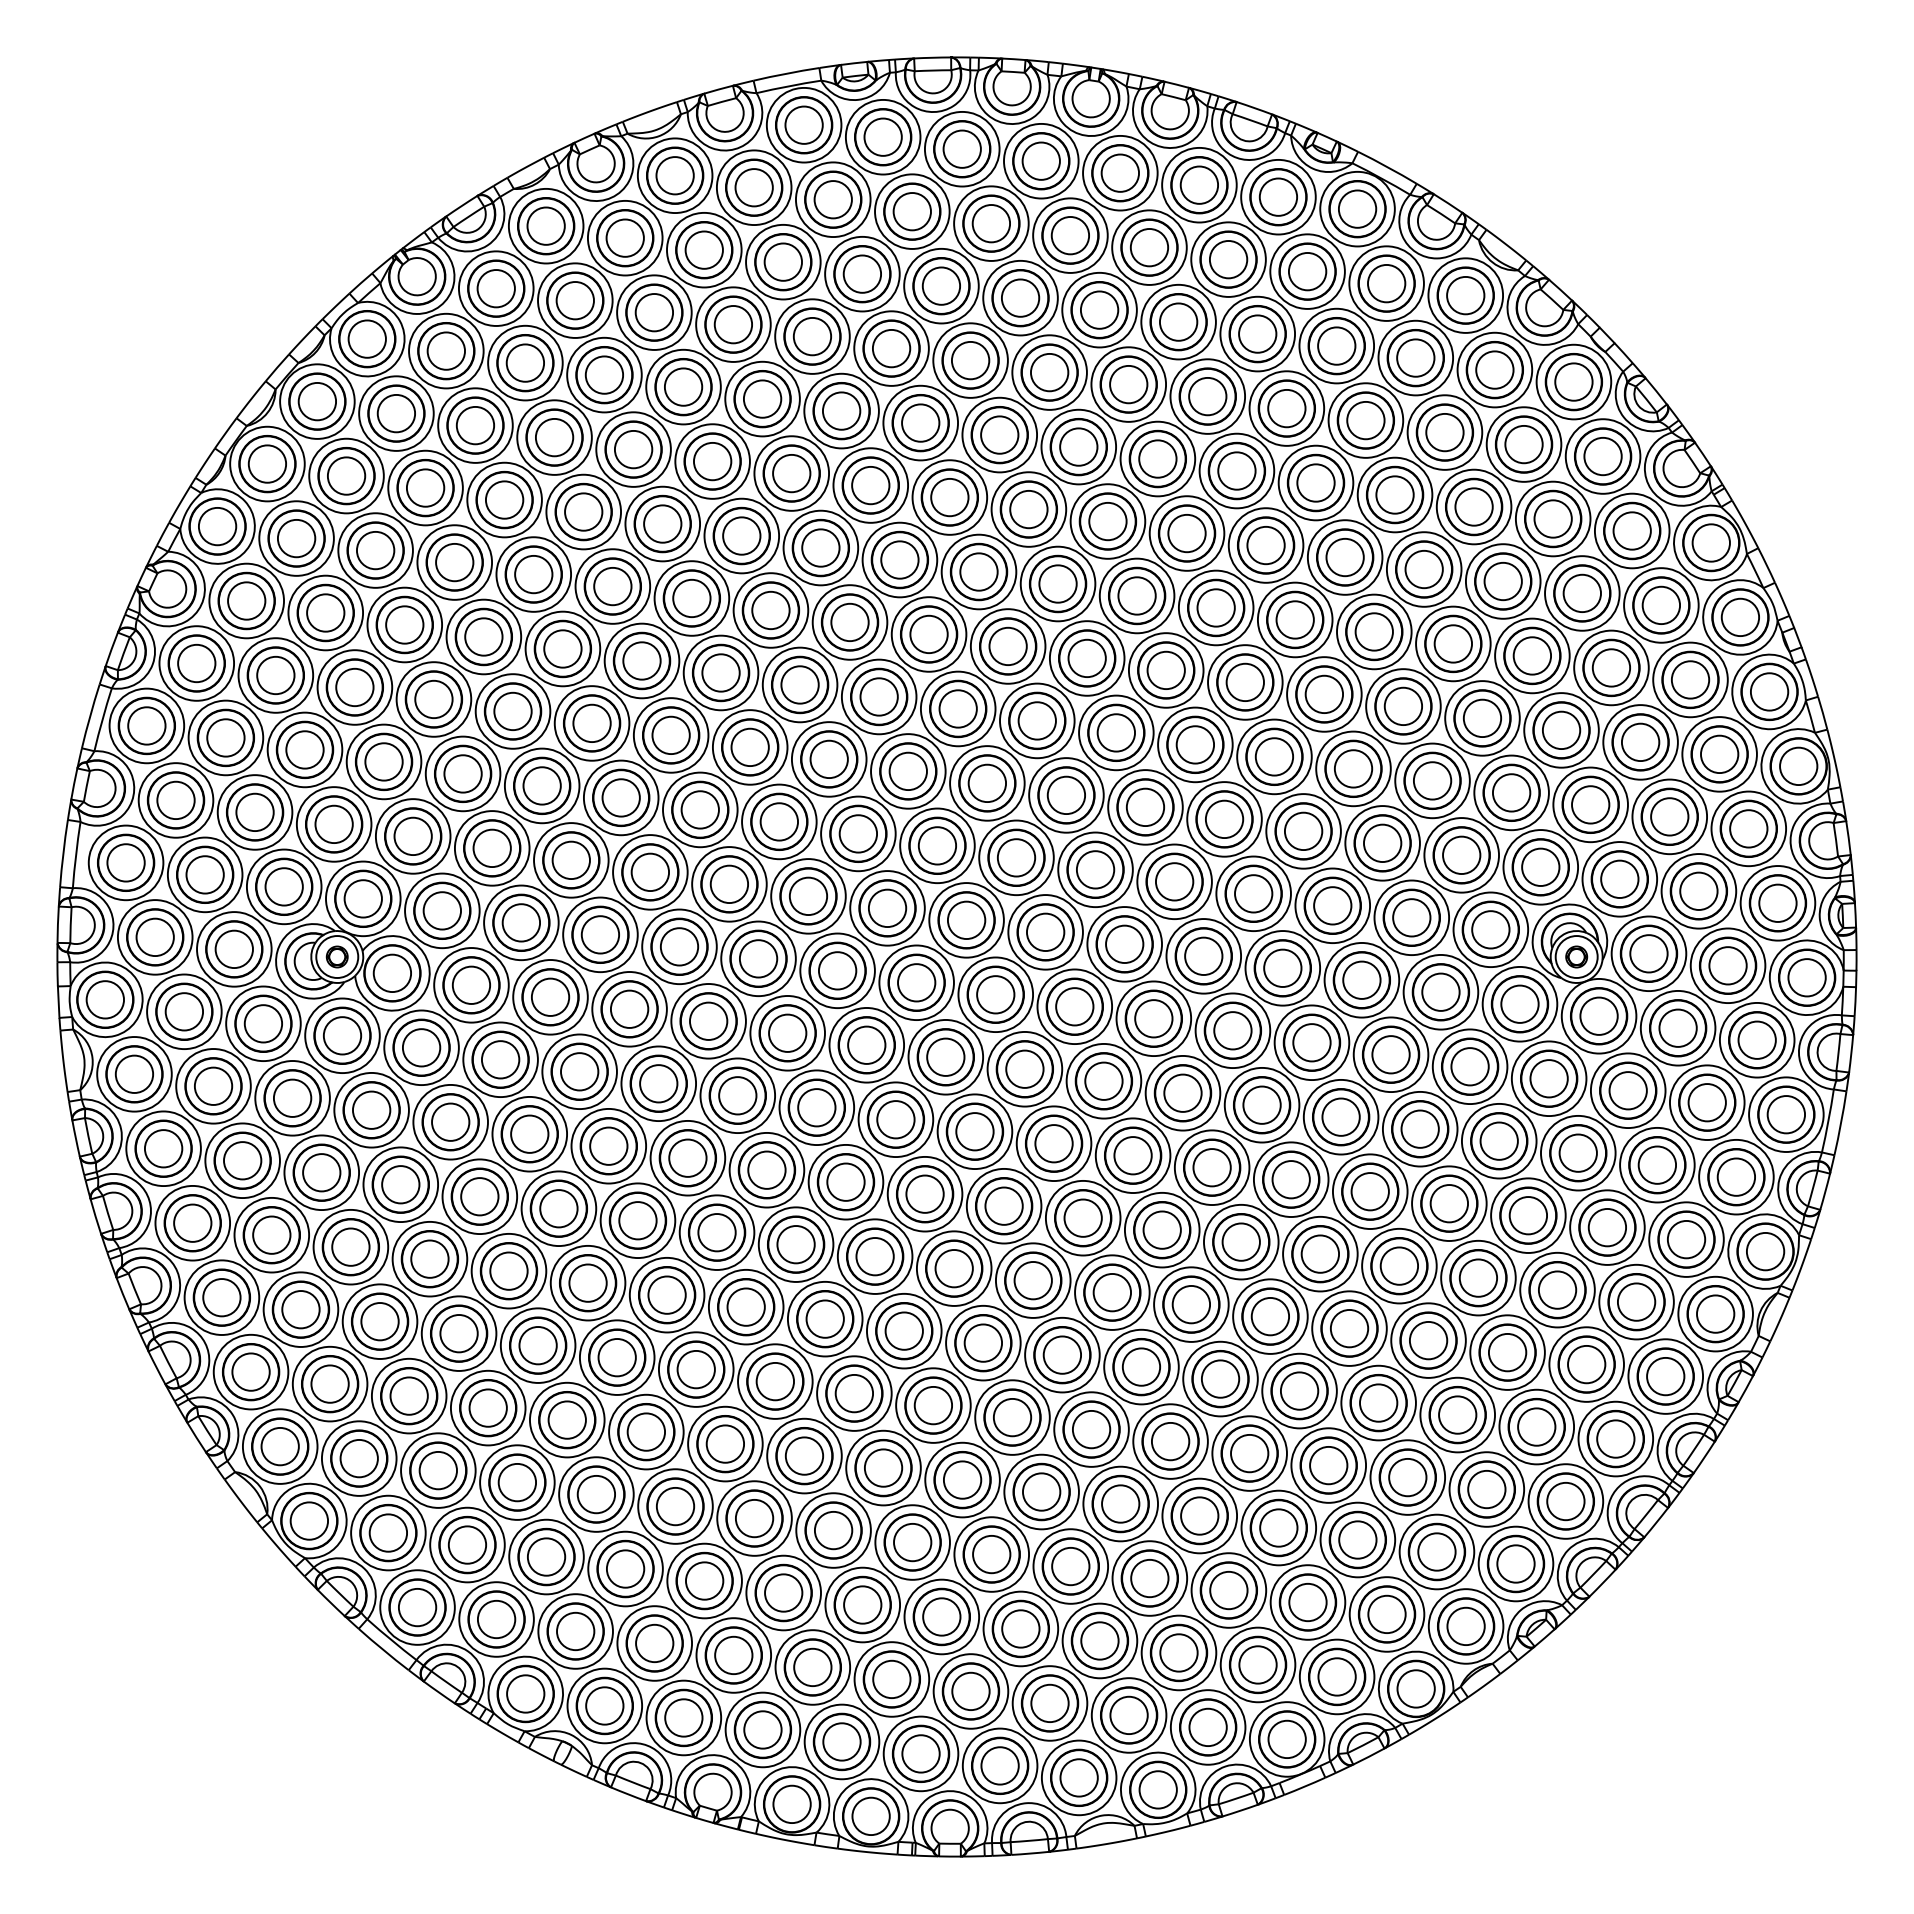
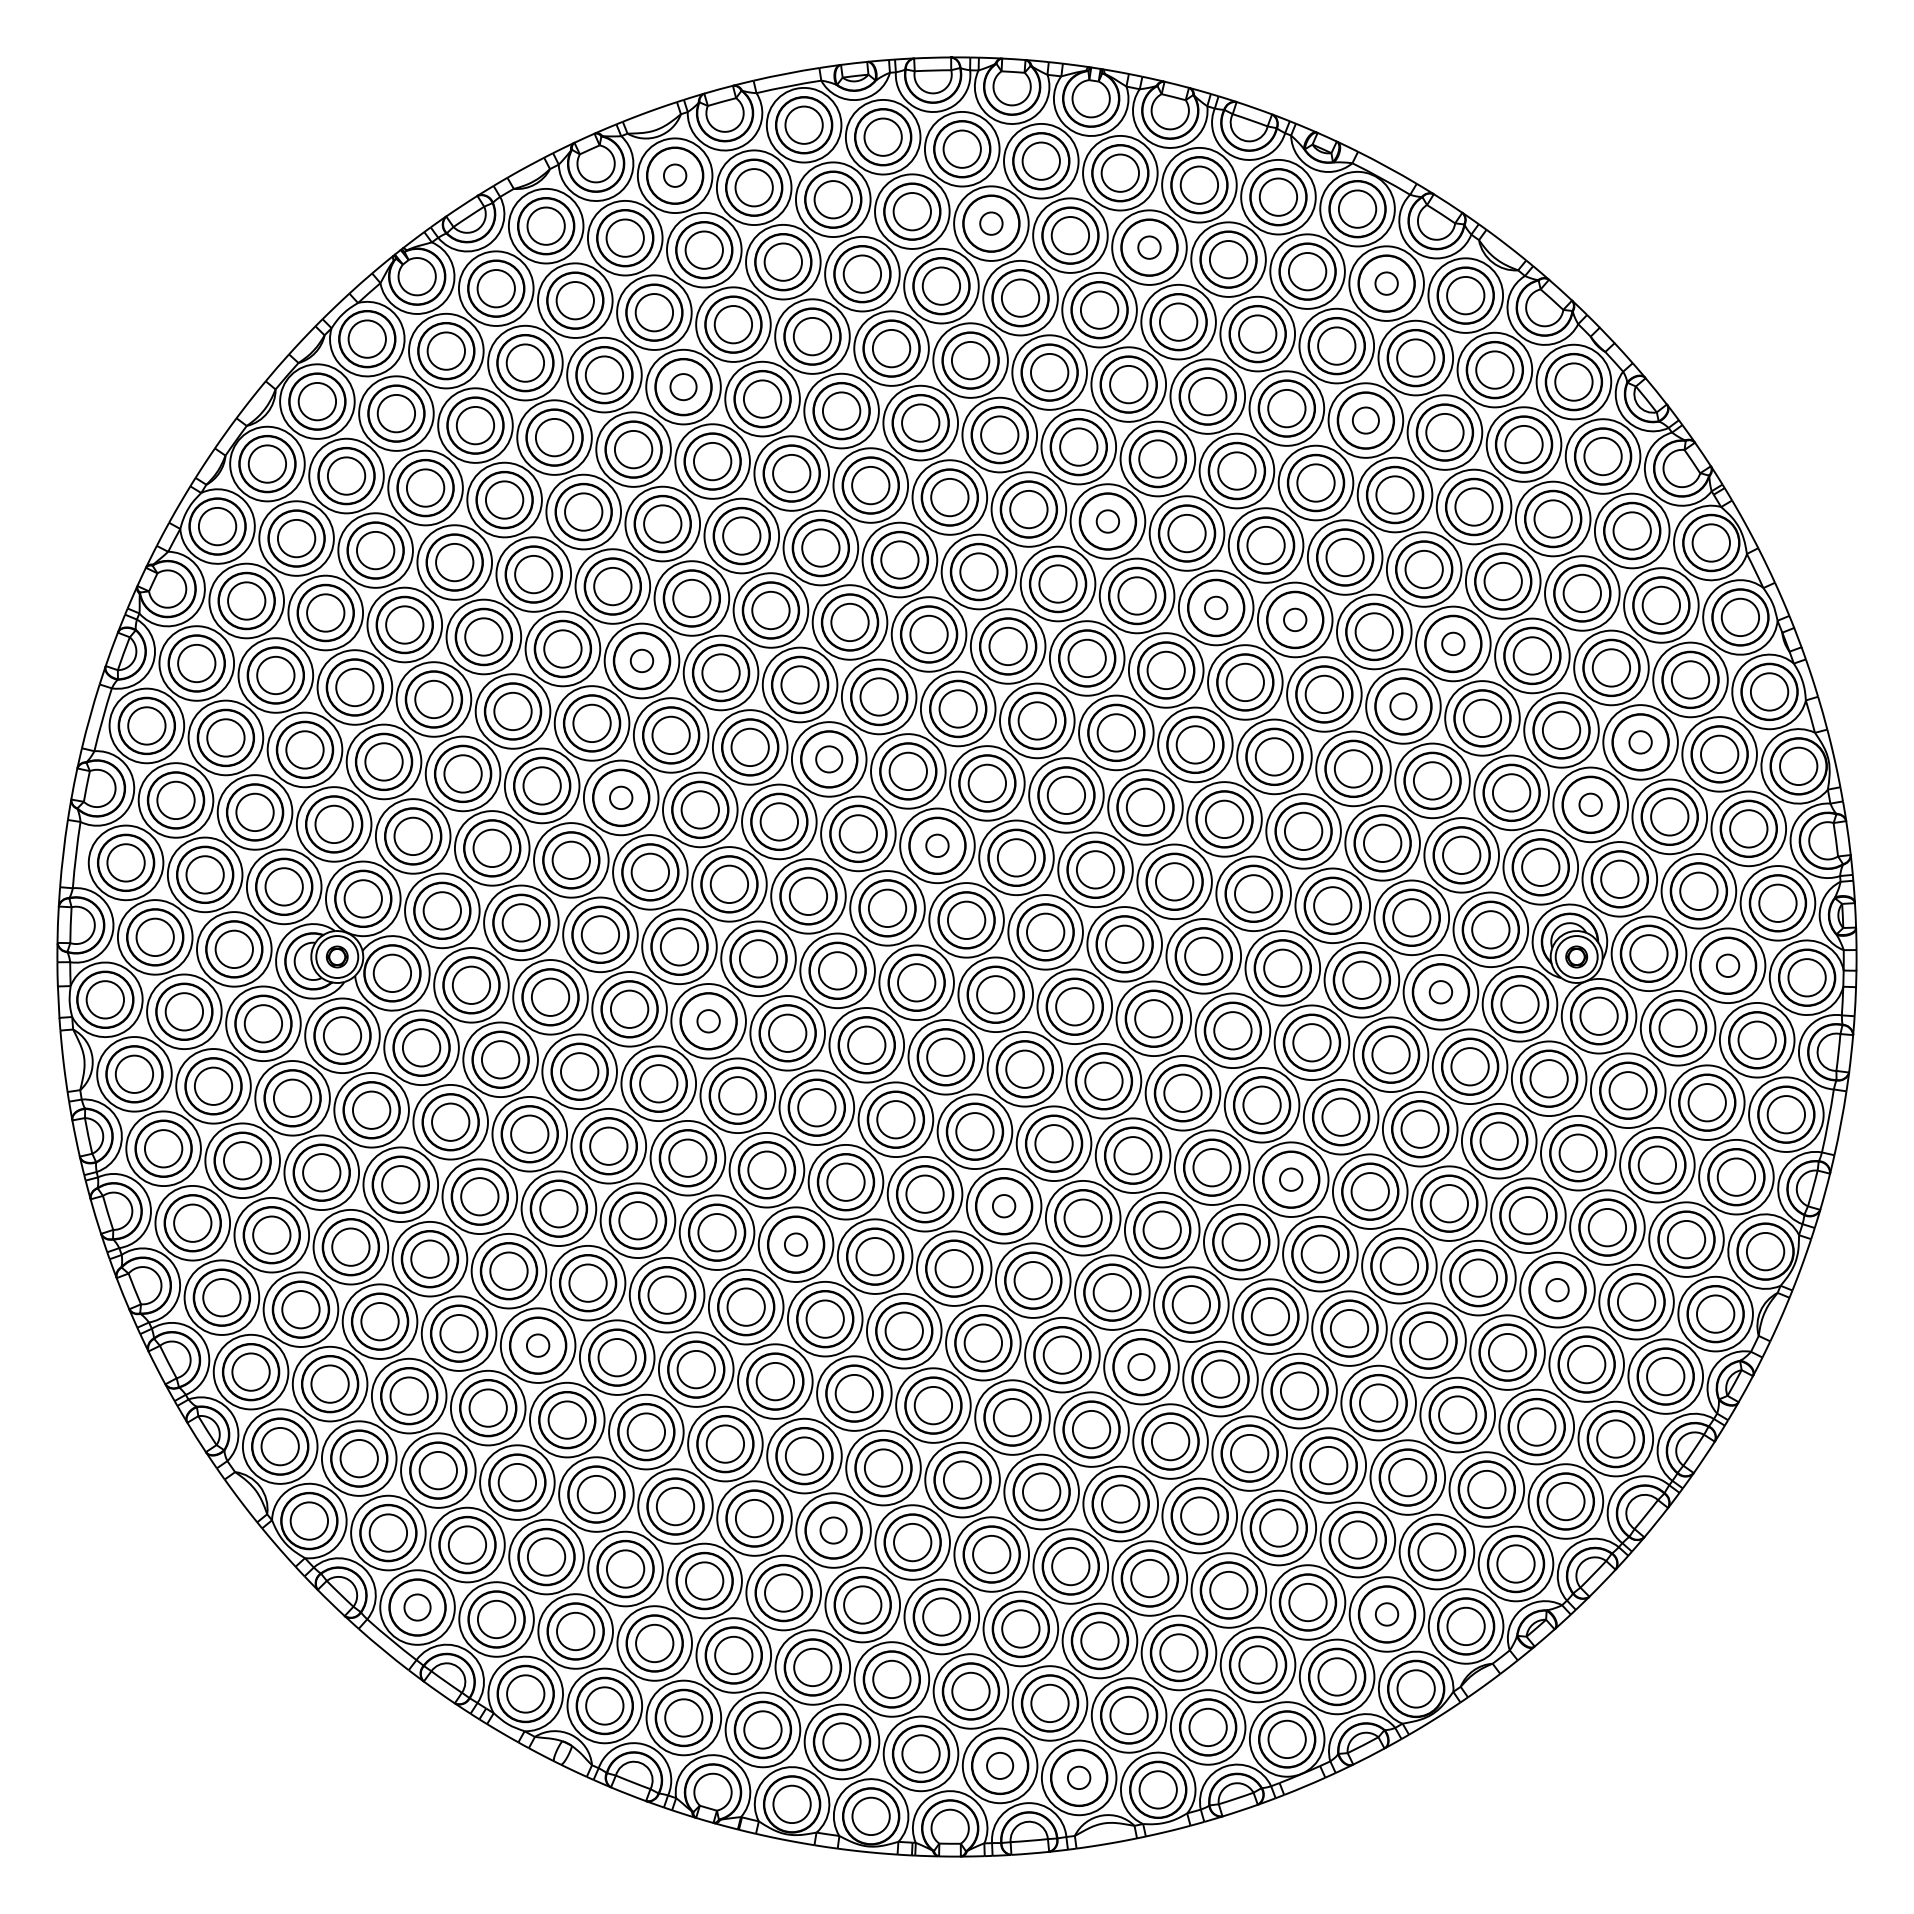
circle at (674, 175) diameter: 37 px -> 22 px
circle at (991, 223) diameter: 37 px -> 22 px
circle at (1149, 247) diameter: 37 px -> 22 px
circle at (1386, 283) diameter: 37 px -> 22 px
circle at (683, 386) diameter: 37 px -> 26 px
circle at (1365, 420) diameter: 37 px -> 26 px
circle at (1107, 521) diameter: 37 px -> 22 px
circle at (1215, 607) diameter: 37 px -> 22 px
circle at (1294, 619) diameter: 37 px -> 22 px
circle at (1453, 643) diameter: 37 px -> 22 px
circle at (641, 660) diameter: 37 px -> 22 px
circle at (1403, 706) diameter: 37 px -> 26 px
circle at (1640, 742) diameter: 37 px -> 22 px
circle at (828, 759) diameter: 37 px -> 26 px
circle at (620, 797) diameter: 37 px -> 22 px
circle at (1590, 804) diameter: 37 px -> 22 px
circle at (937, 845) diameter: 37 px -> 22 px
circle at (1727, 965) diameter: 37 px -> 22 px
circle at (1440, 991) diameter: 37 px -> 22 px
circle at (708, 1020) diameter: 37 px -> 22 px
circle at (1290, 1179) diameter: 37 px -> 22 px
circle at (1003, 1205) diameter: 37 px -> 22 px
circle at (795, 1244) diameter: 37 px -> 22 px
circle at (1557, 1289) diameter: 37 px -> 22 px
circle at (537, 1345) diameter: 37 px -> 22 px
circle at (1141, 1366) diameter: 37 px -> 26 px
circle at (833, 1530) diameter: 37 px -> 26 px
circle at (417, 1607) diameter: 37 px -> 26 px
circle at (1386, 1614) diameter: 37 px -> 22 px
circle at (999, 1765) diameter: 37 px -> 26 px
circle at (1078, 1777) diameter: 37 px -> 22 px
